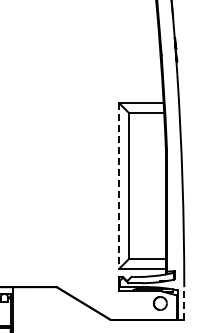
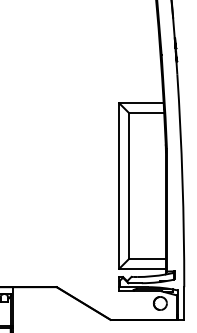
line at (119, 186): dashed -> solid
line at (184, 303): dashed -> solid
